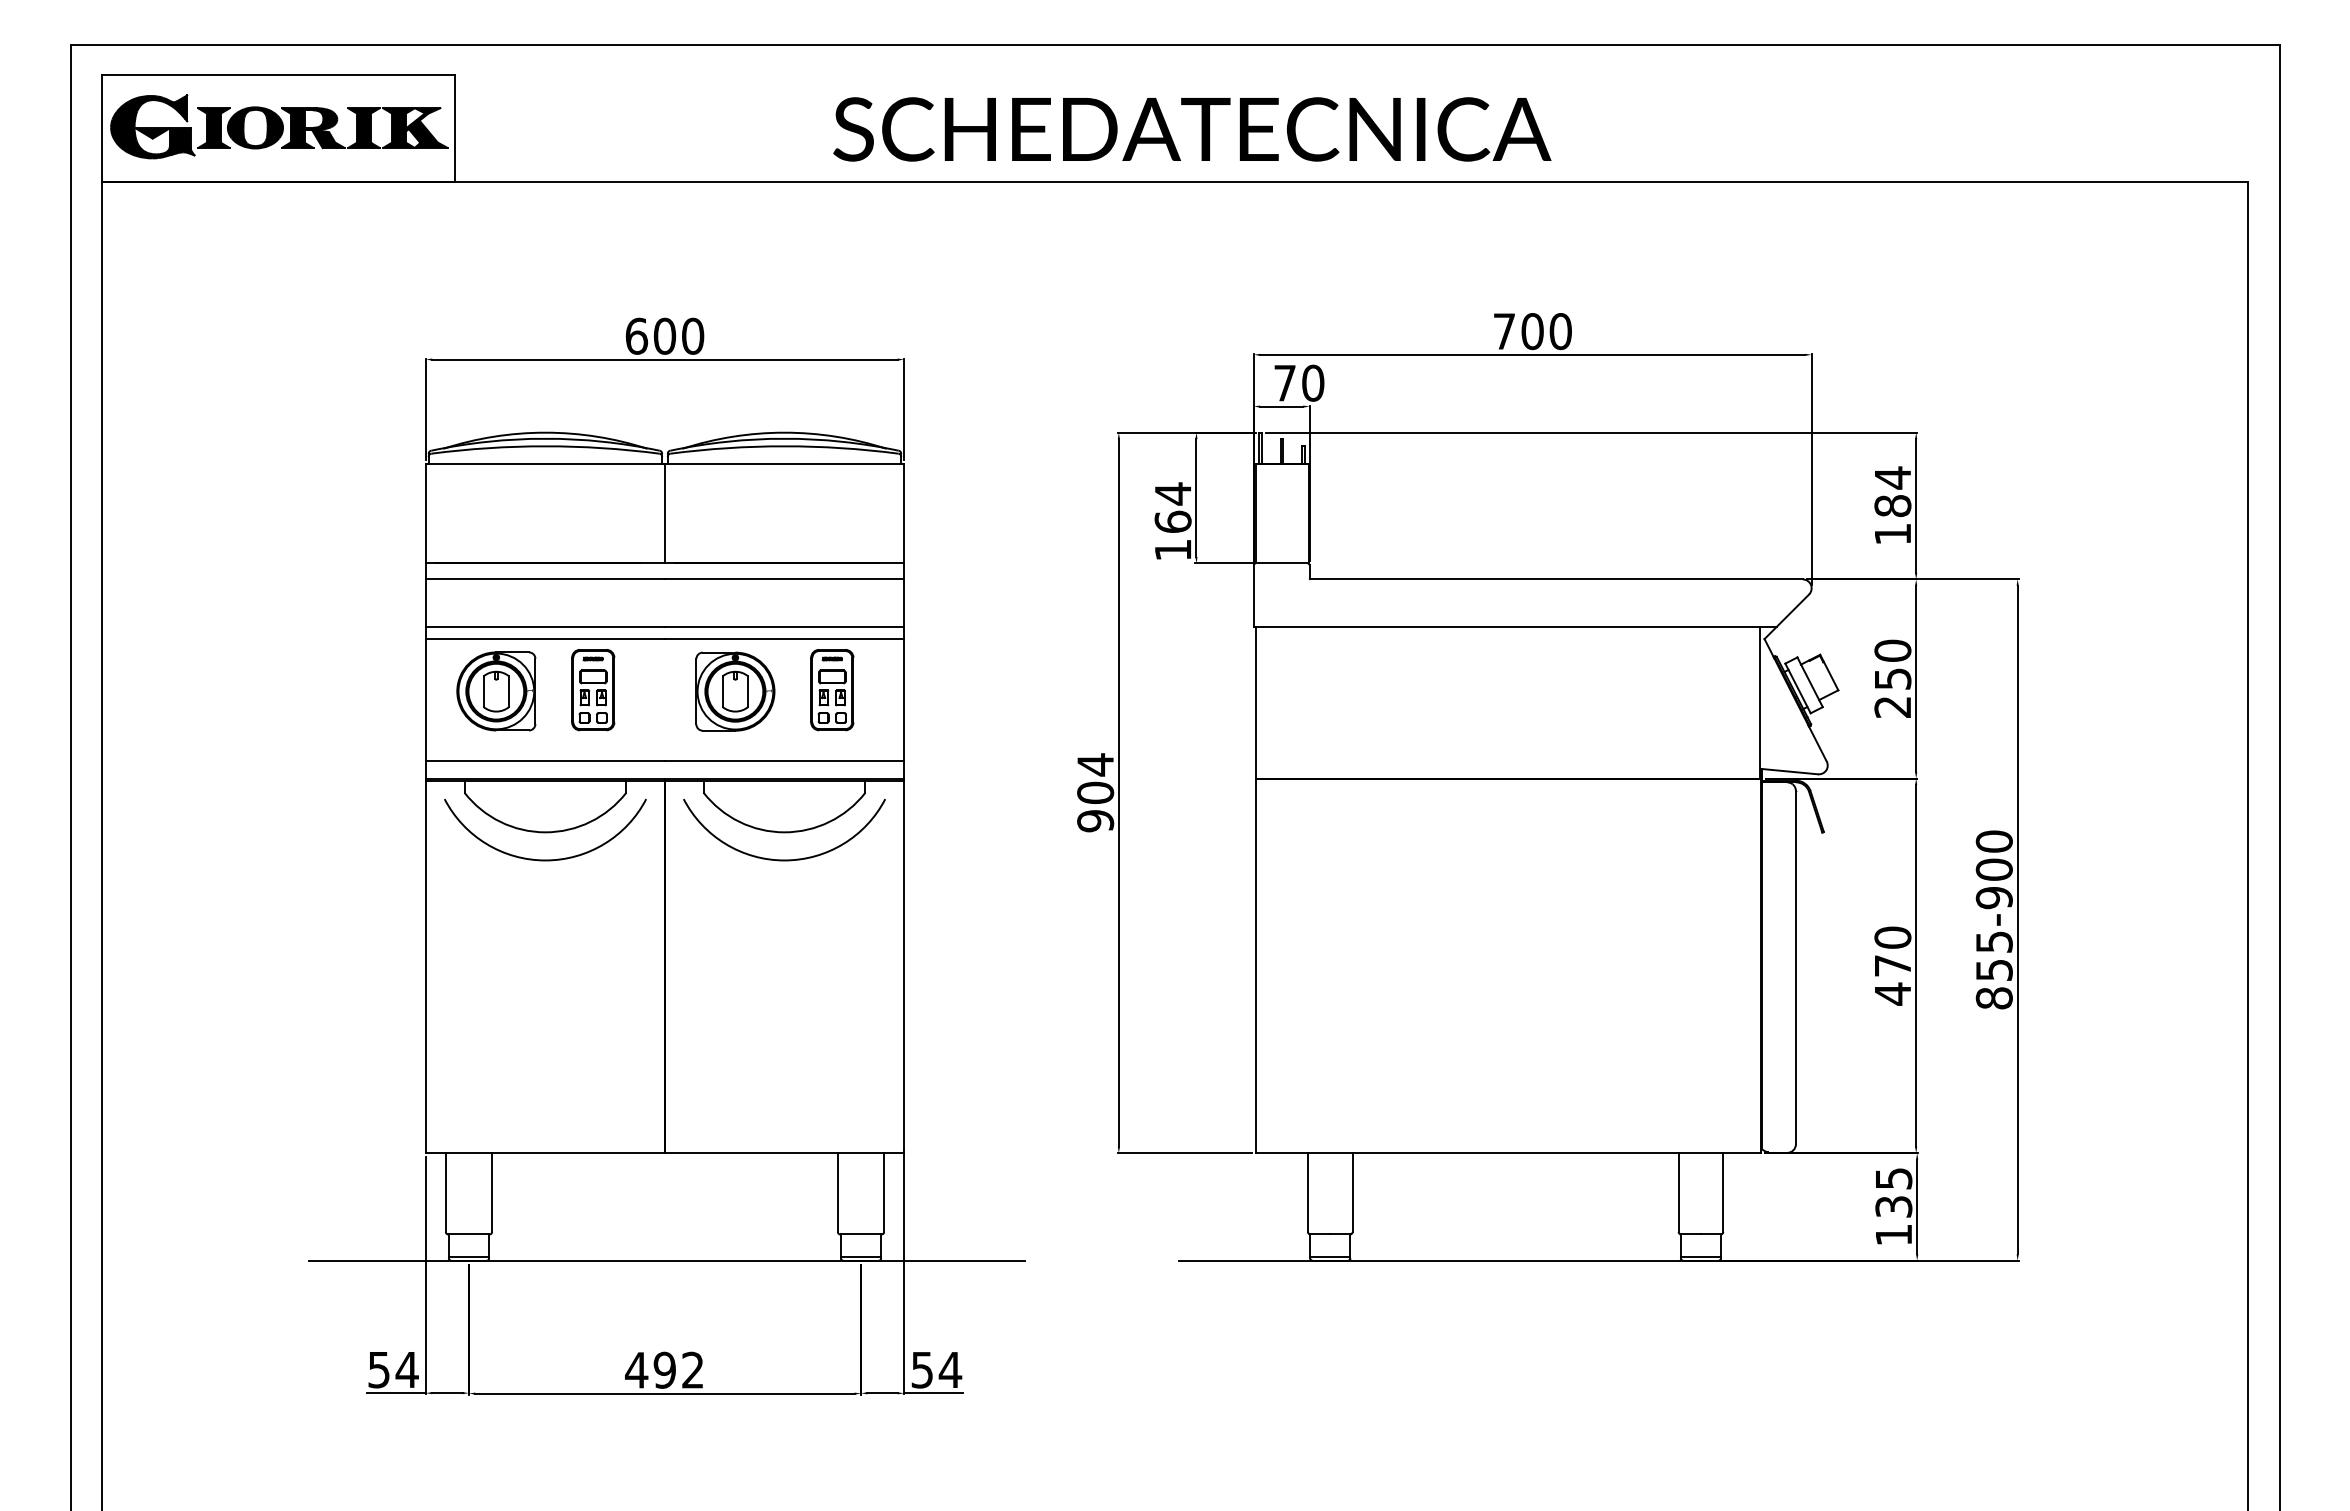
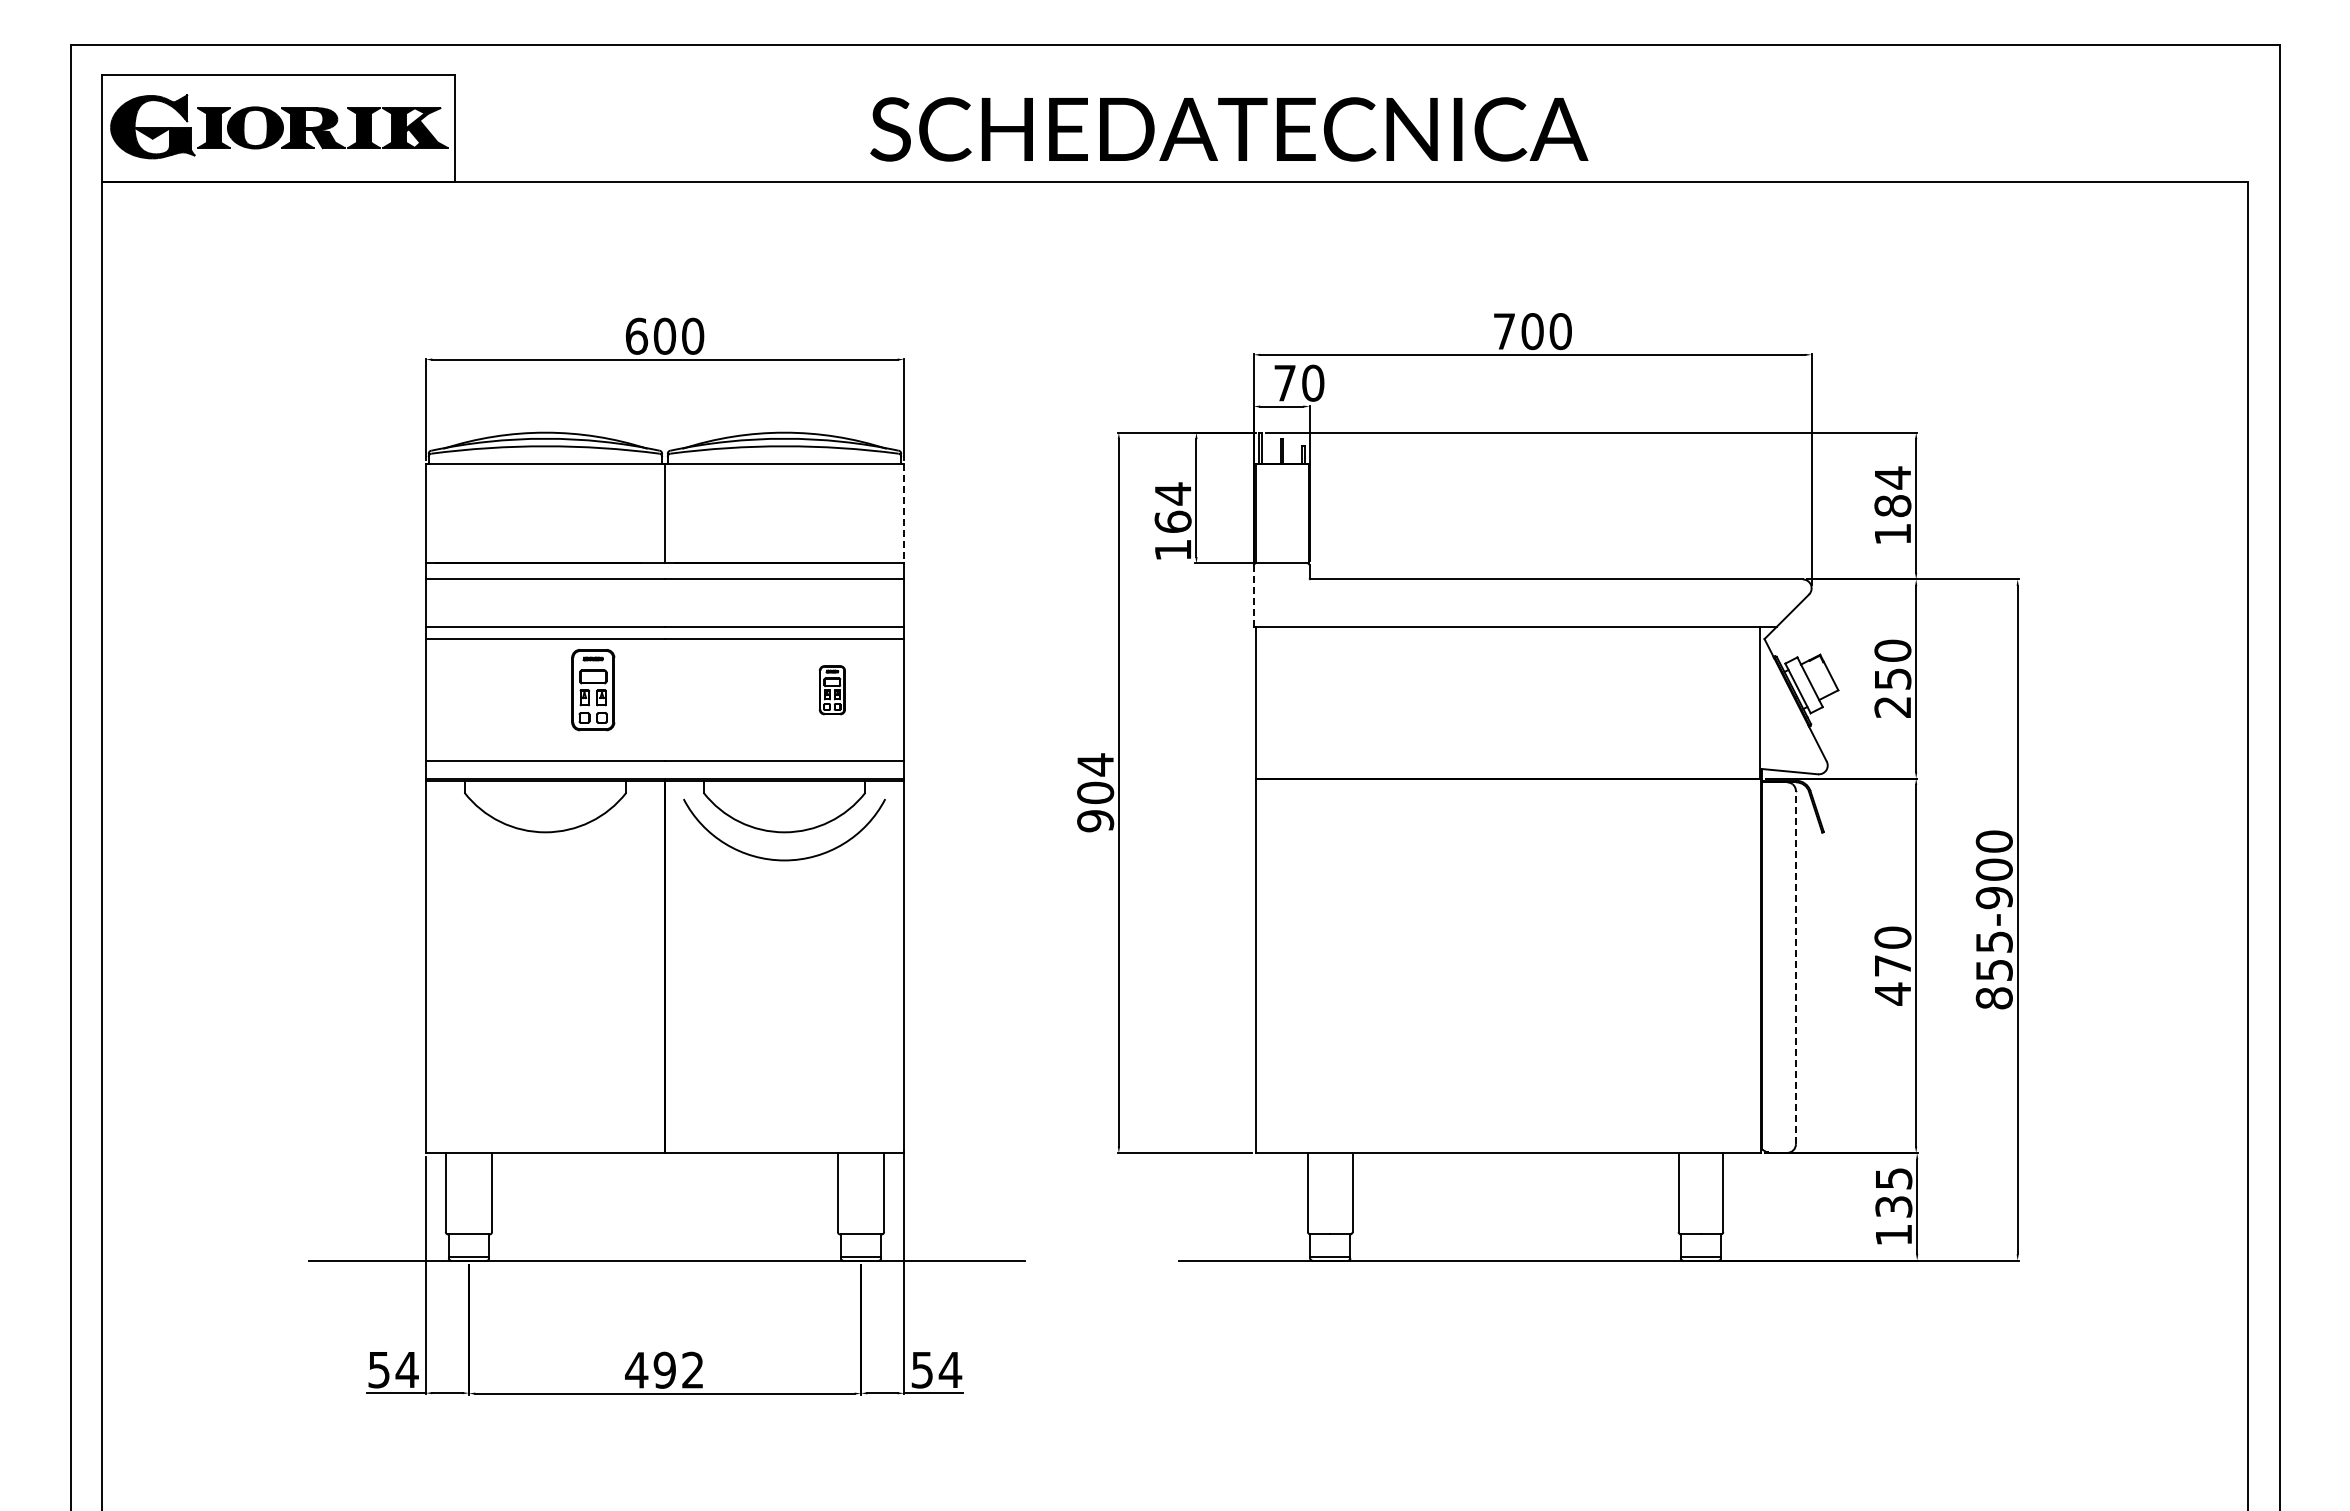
text at (1192, 129) position: (1192, 129) -> (1229, 129)
line at (904, 513): solid -> dashed
line at (1253, 596): solid -> dashed
part at (832, 690) size: 45x83 px -> 28x51 px
part at (496, 691): present -> none
part at (735, 691): present -> none
arc at (545, 859): present -> none
line at (1795, 967): solid -> dashed
